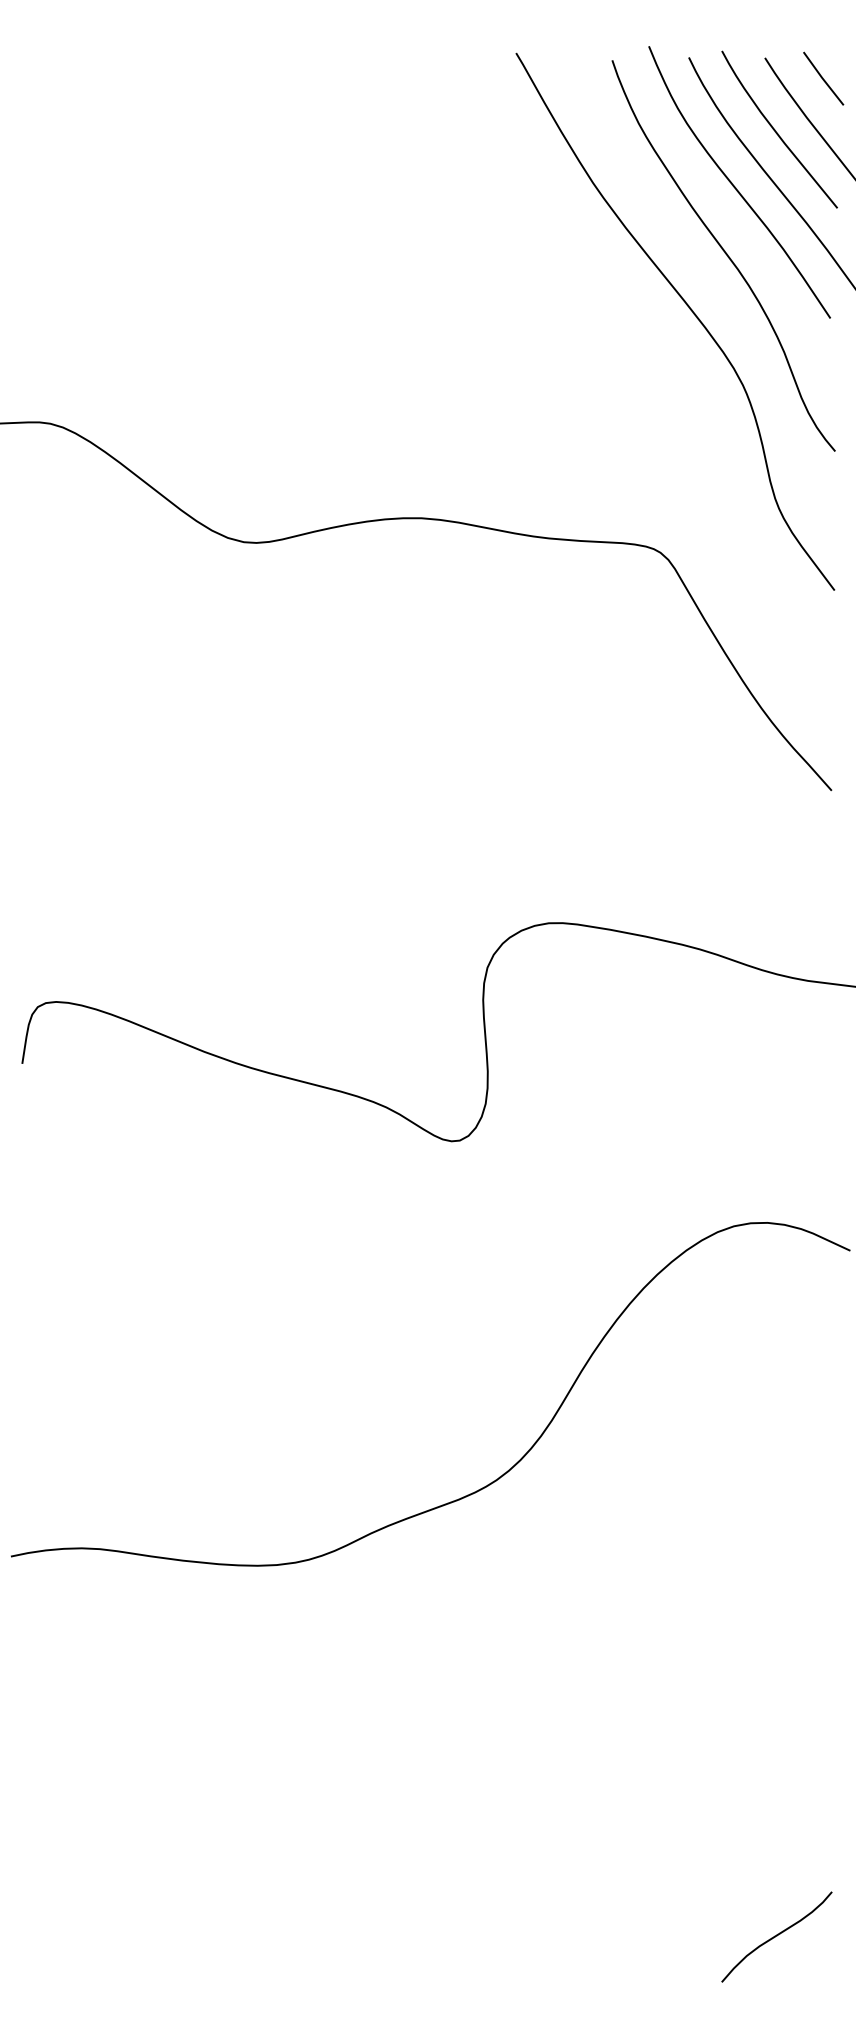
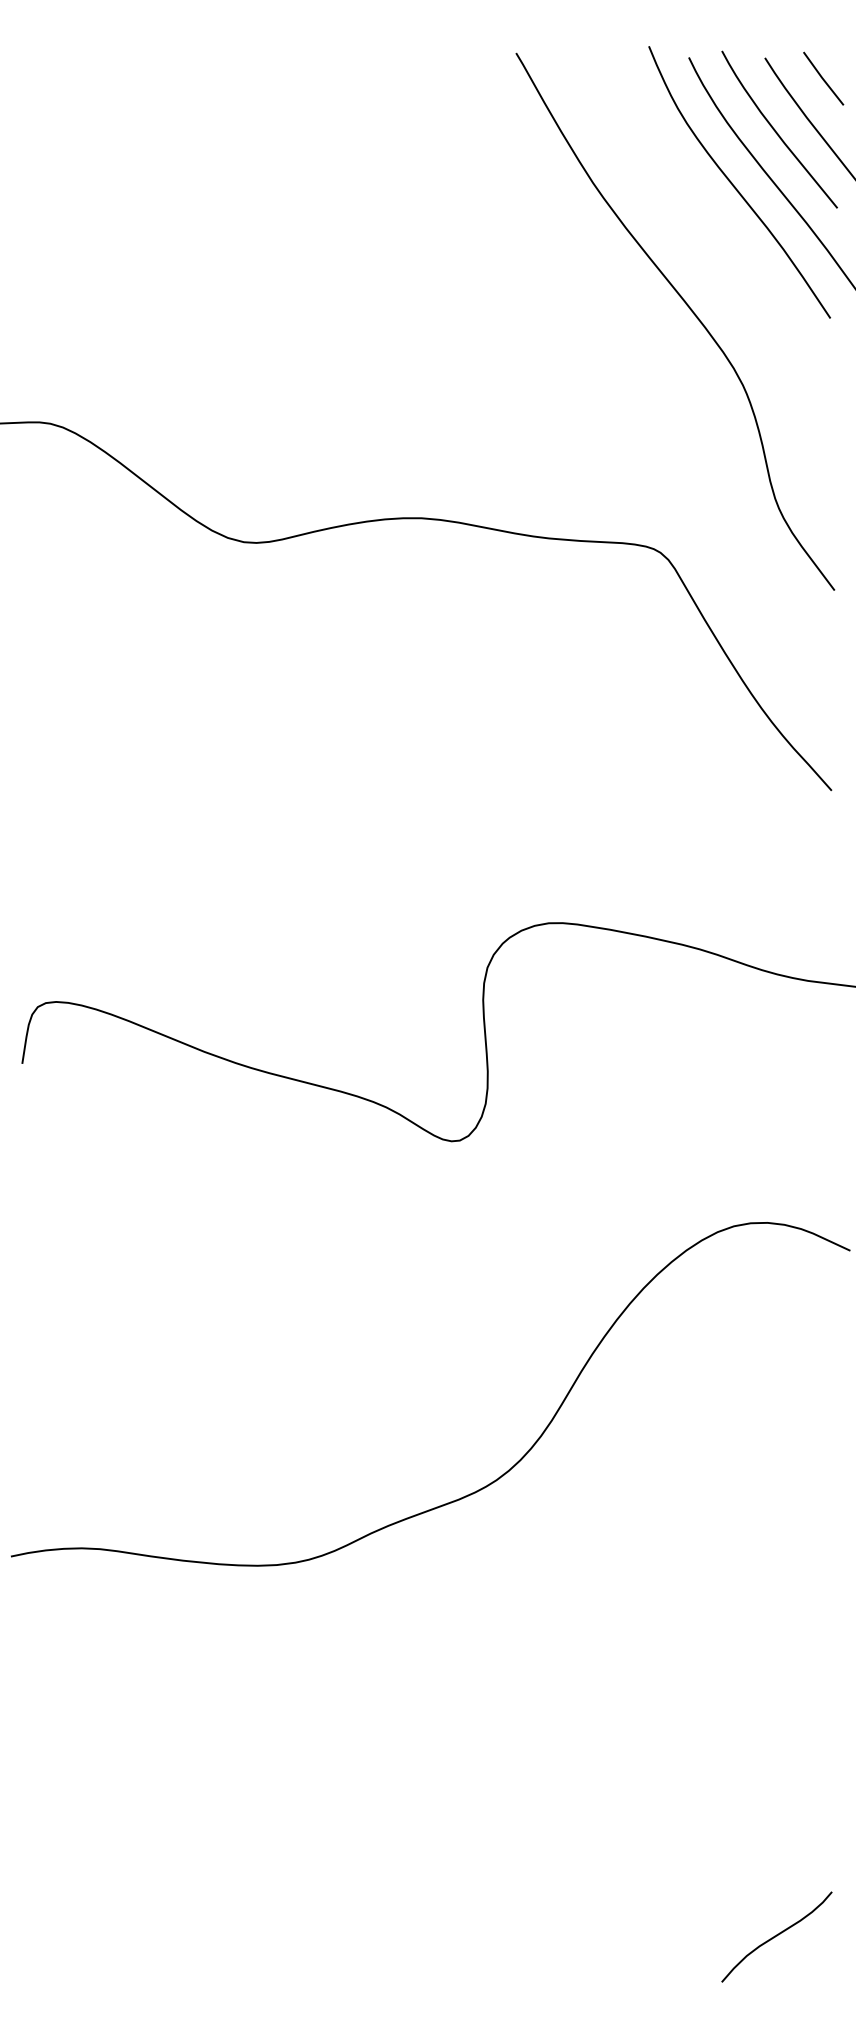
curve at (724, 253): present -> none
